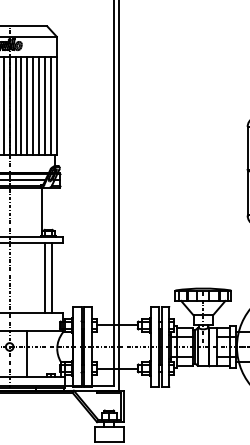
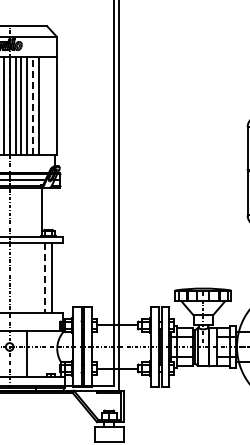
line at (33, 105): solid -> dashed
line at (44, 105): present -> none
line at (50, 105): present -> none
line at (44, 278): solid -> dashed
